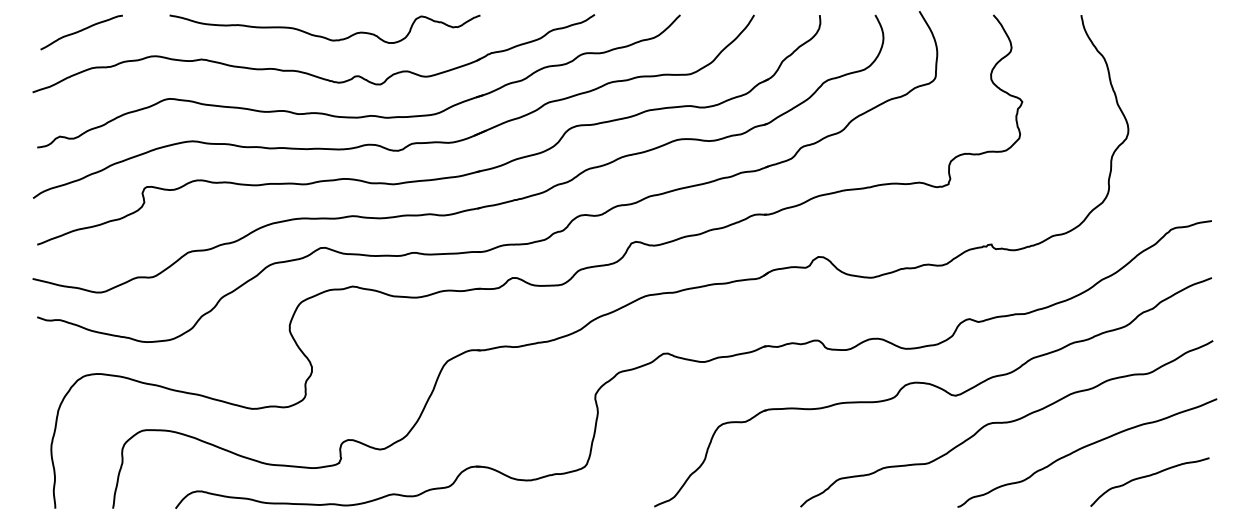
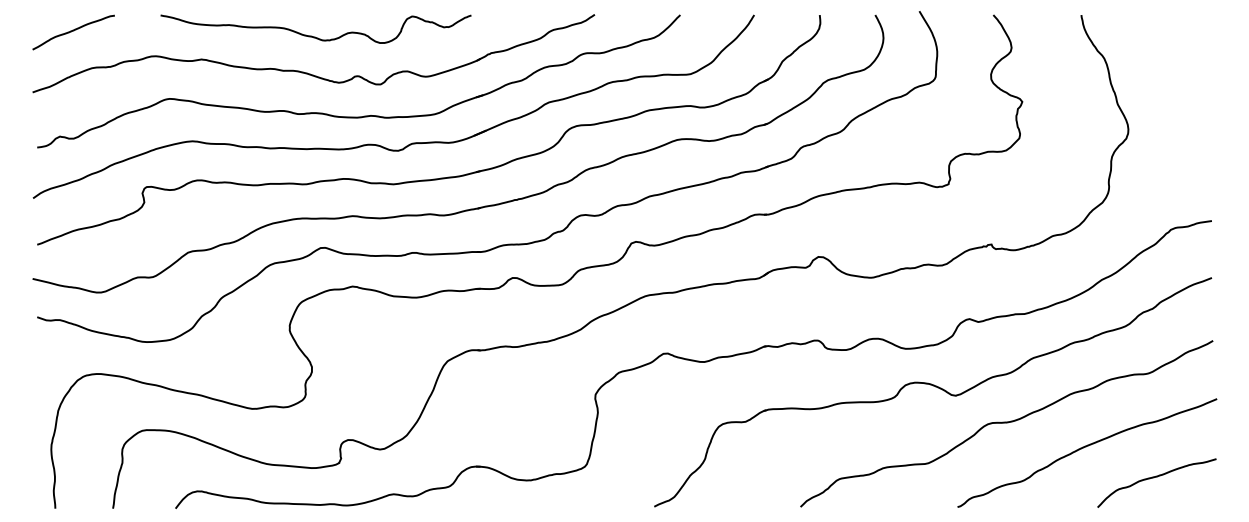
curve at (81, 31) position: (81, 31) -> (73, 31)
curve at (324, 36) position: (324, 36) -> (315, 36)
curve at (1149, 476) position: (1149, 476) -> (1156, 477)
